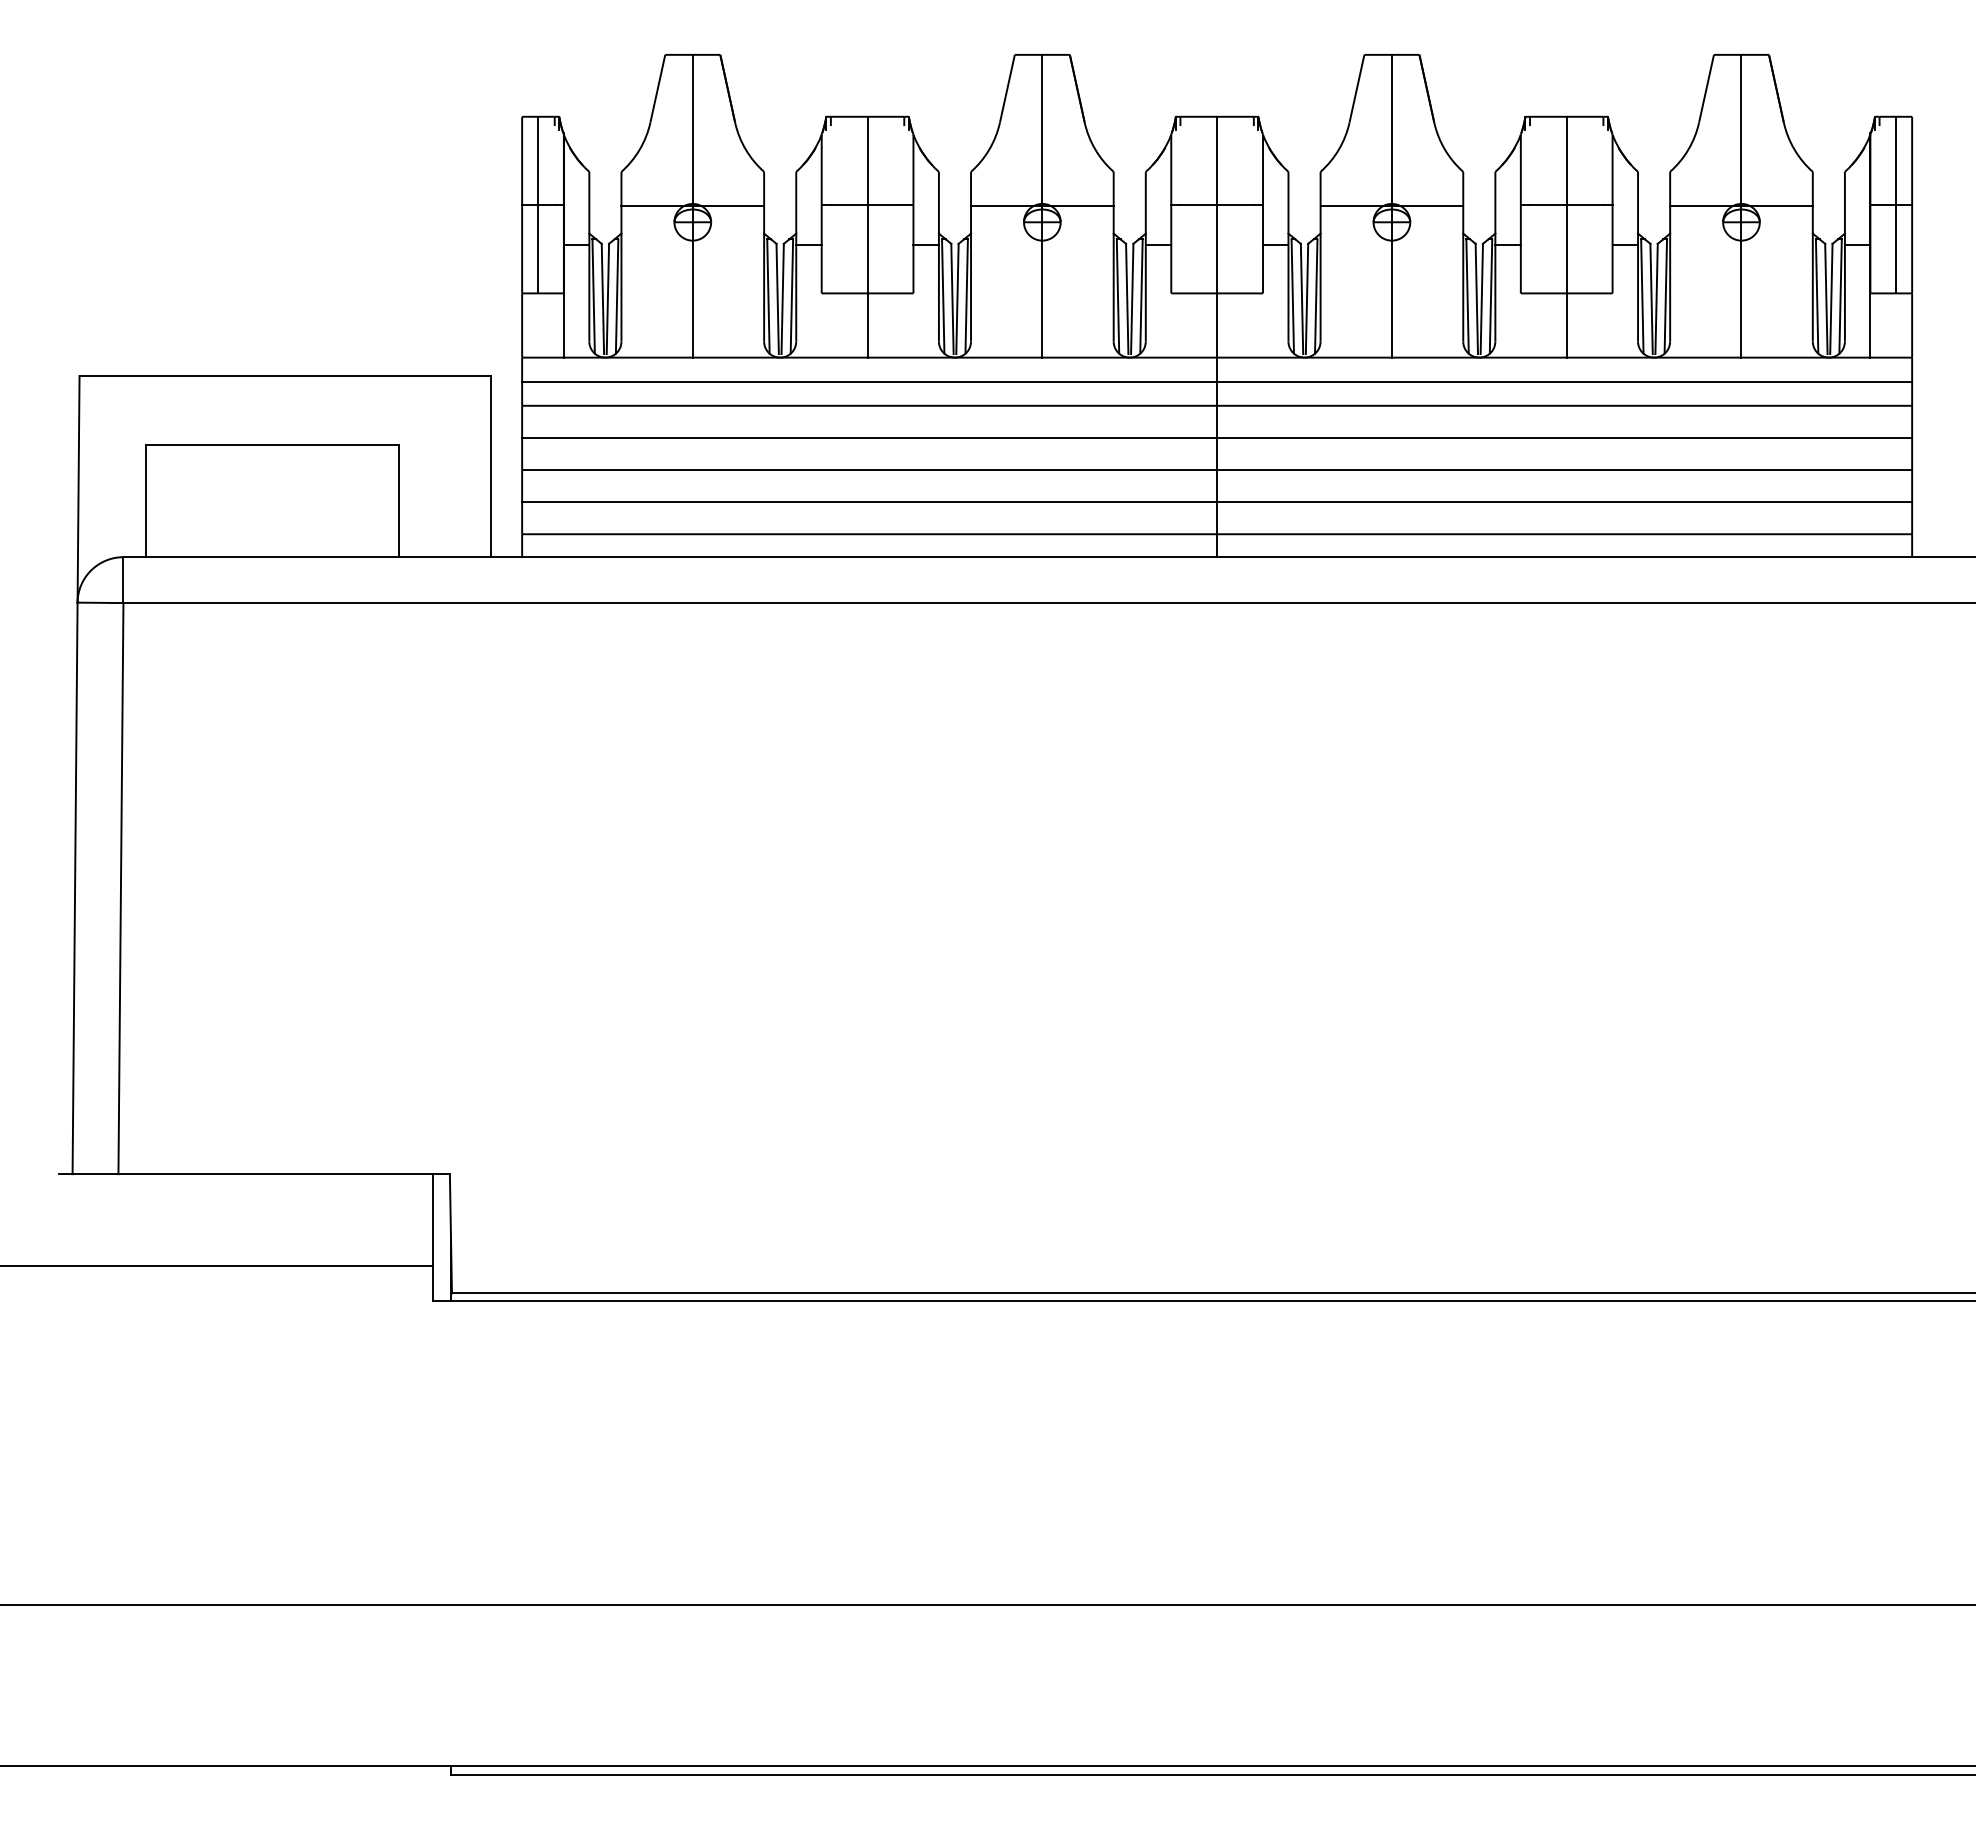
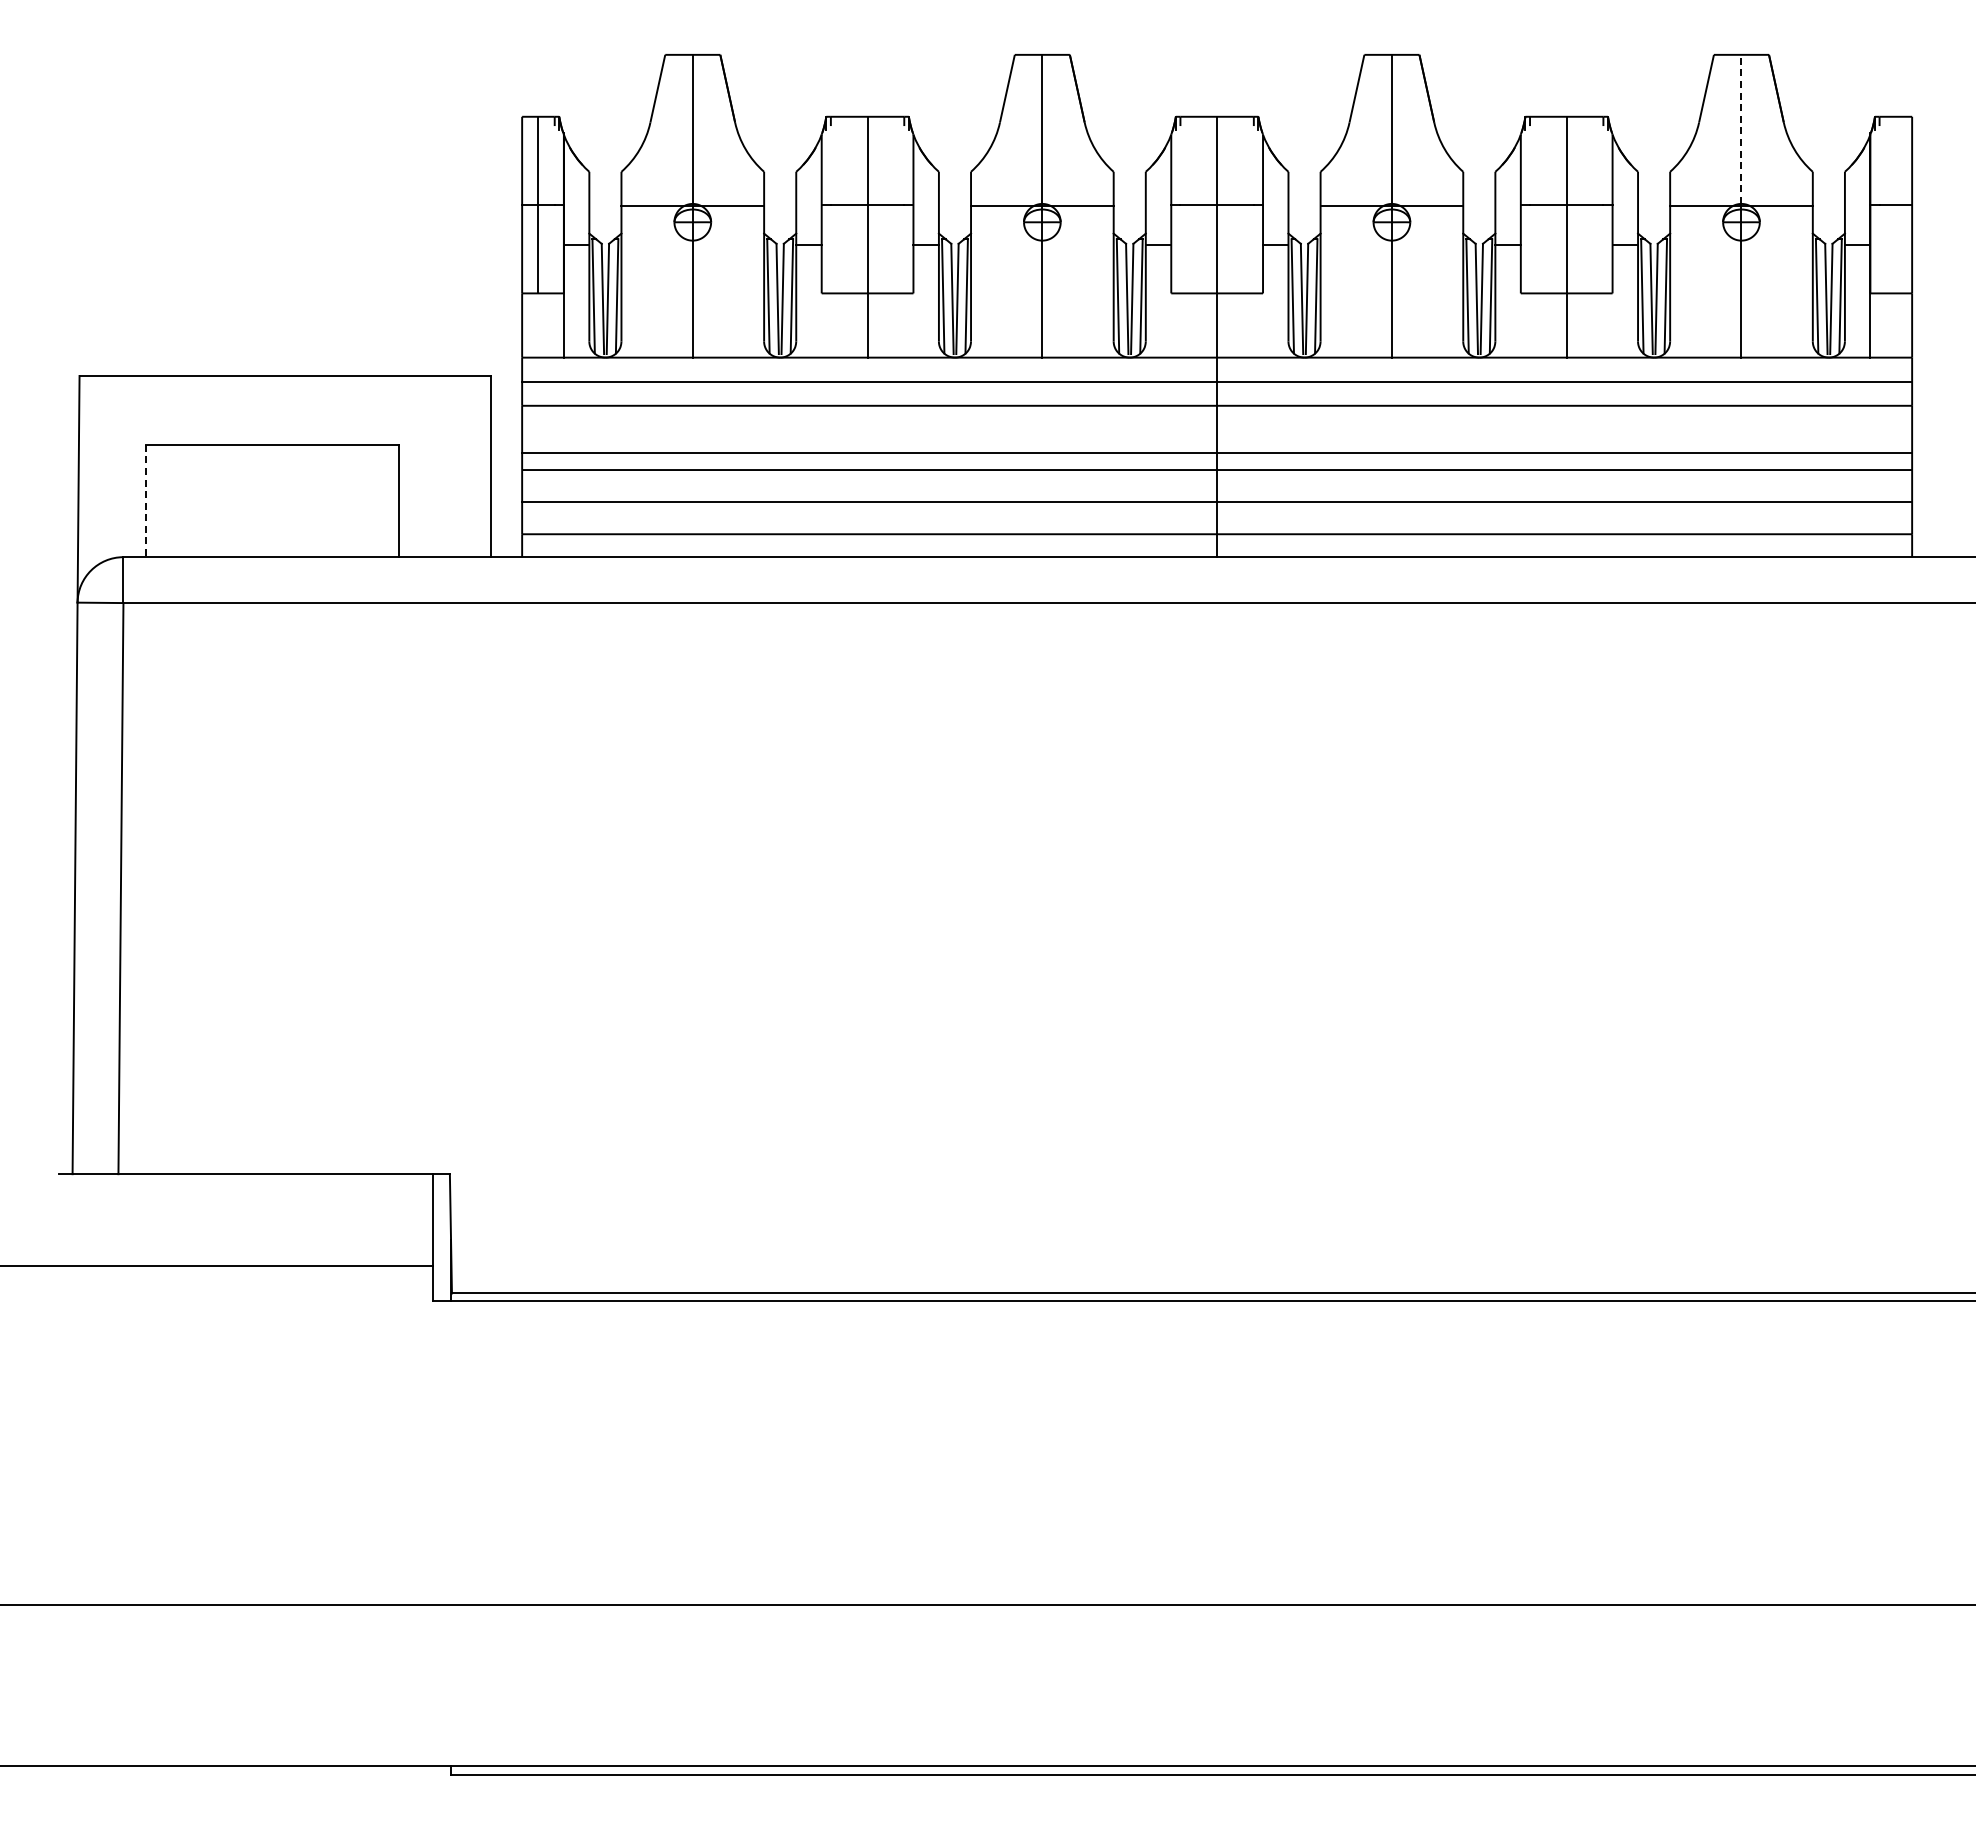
line at (1741, 129): solid -> dashed
line at (1895, 204): present -> none
line at (1217, 437) position: (1217, 437) -> (1217, 452)
line at (146, 501): solid -> dashed
